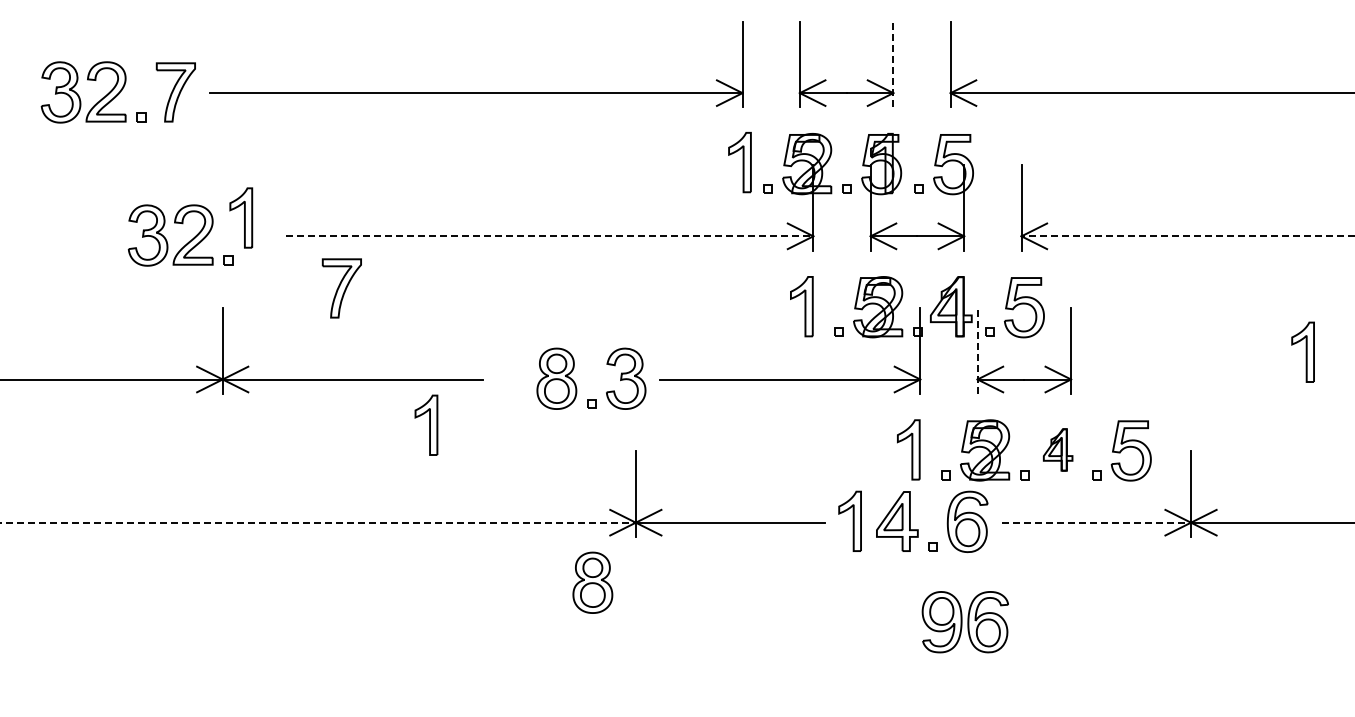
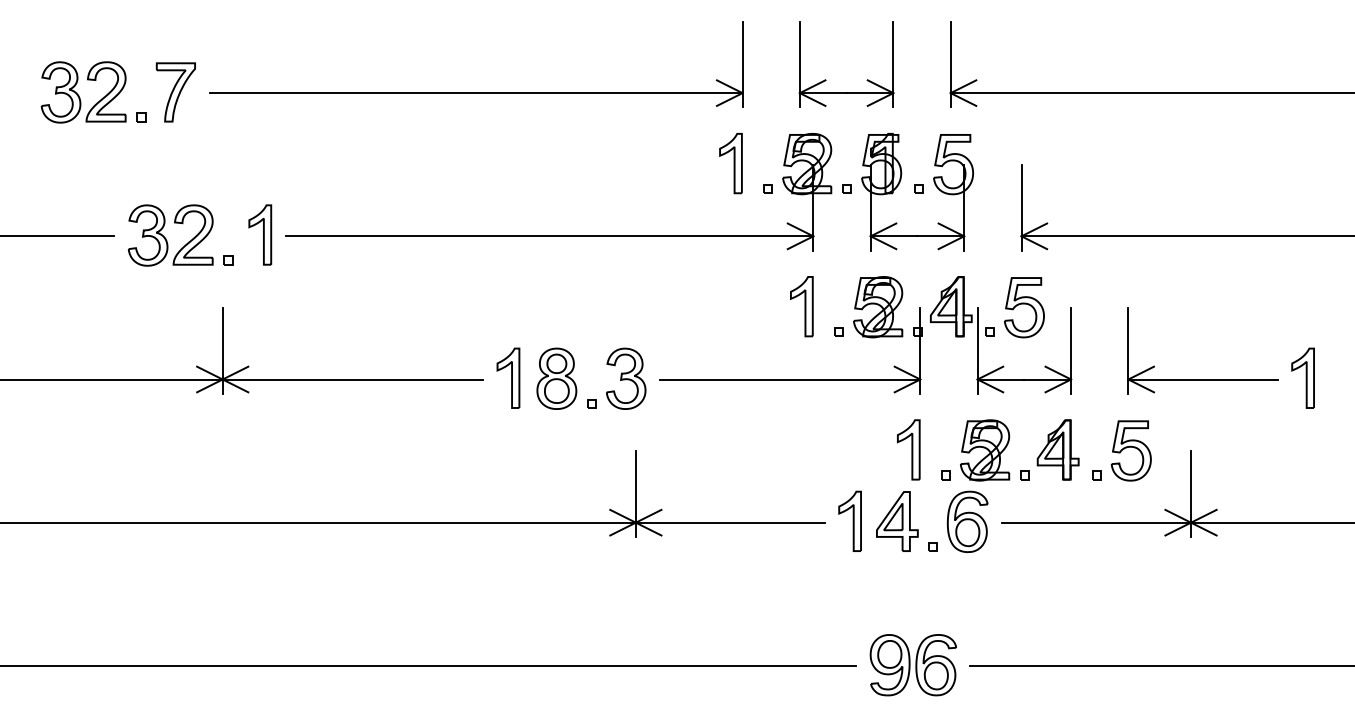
line at (893, 64): dashed -> solid
part at (739, 162) position: (739, 162) -> (730, 163)
part at (241, 217) position: (241, 217) -> (260, 234)
line at (58, 236): none -> present
line at (549, 236): dashed -> solid
line at (1188, 236): dashed -> solid
part at (341, 288): present -> none
line at (977, 350): dashed -> solid
part at (1302, 351) position: (1302, 351) -> (1302, 377)
part at (1202, 379): none -> present
part at (426, 424) position: (426, 424) -> (508, 377)
part at (1057, 449) size: 32x44 px -> 44x62 px
line at (318, 522): dashed -> solid
line at (1096, 522): dashed -> solid
part at (592, 582): present -> none
part at (964, 622) position: (964, 622) -> (912, 665)
line at (429, 665): none -> present
line at (1160, 665): none -> present
